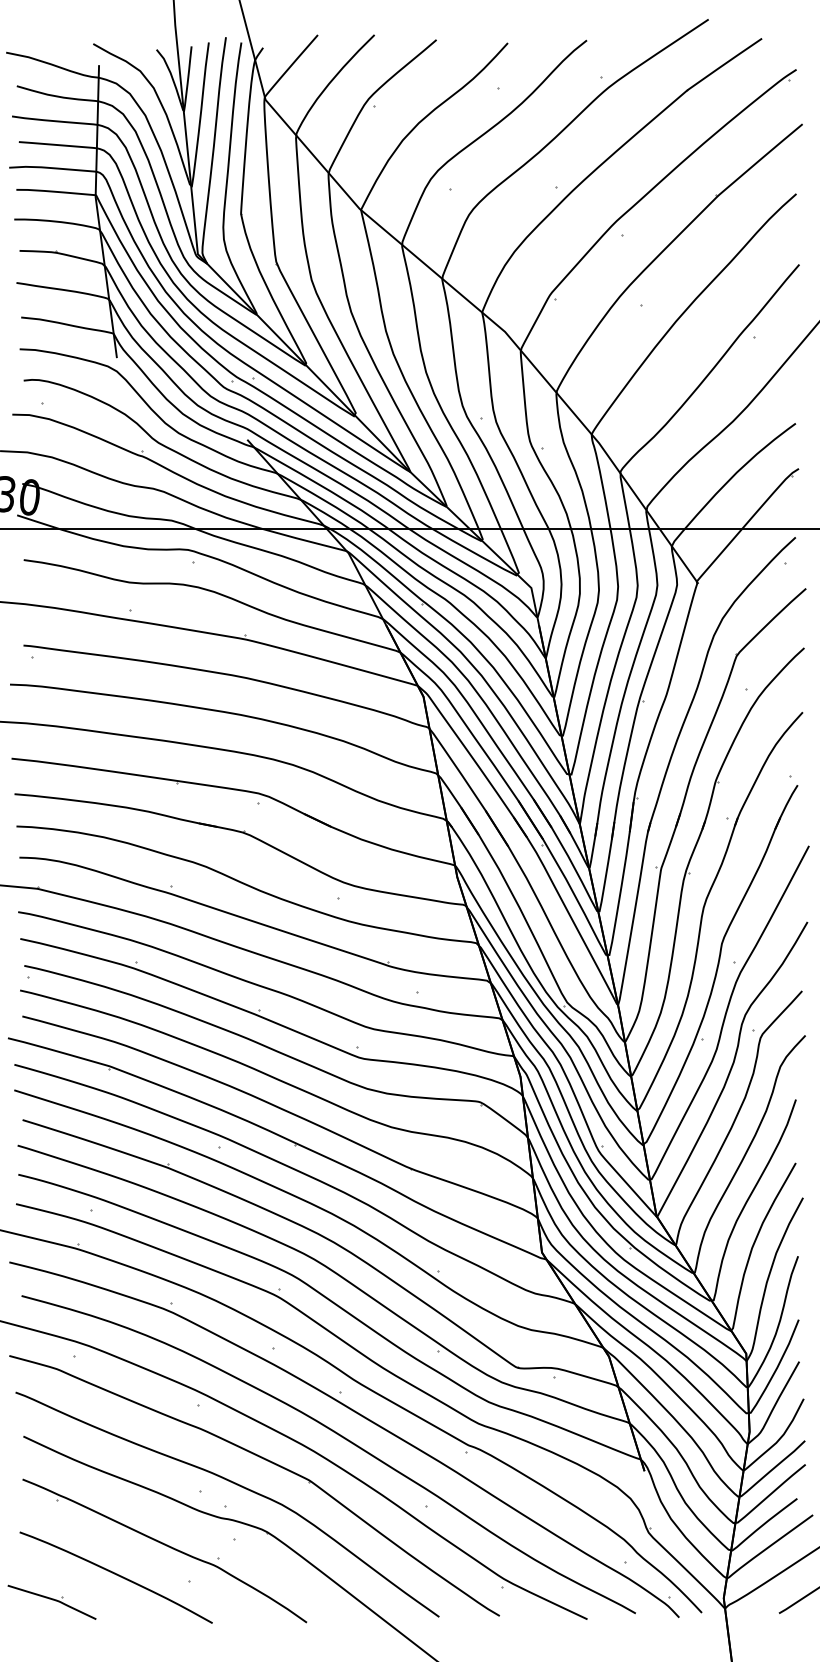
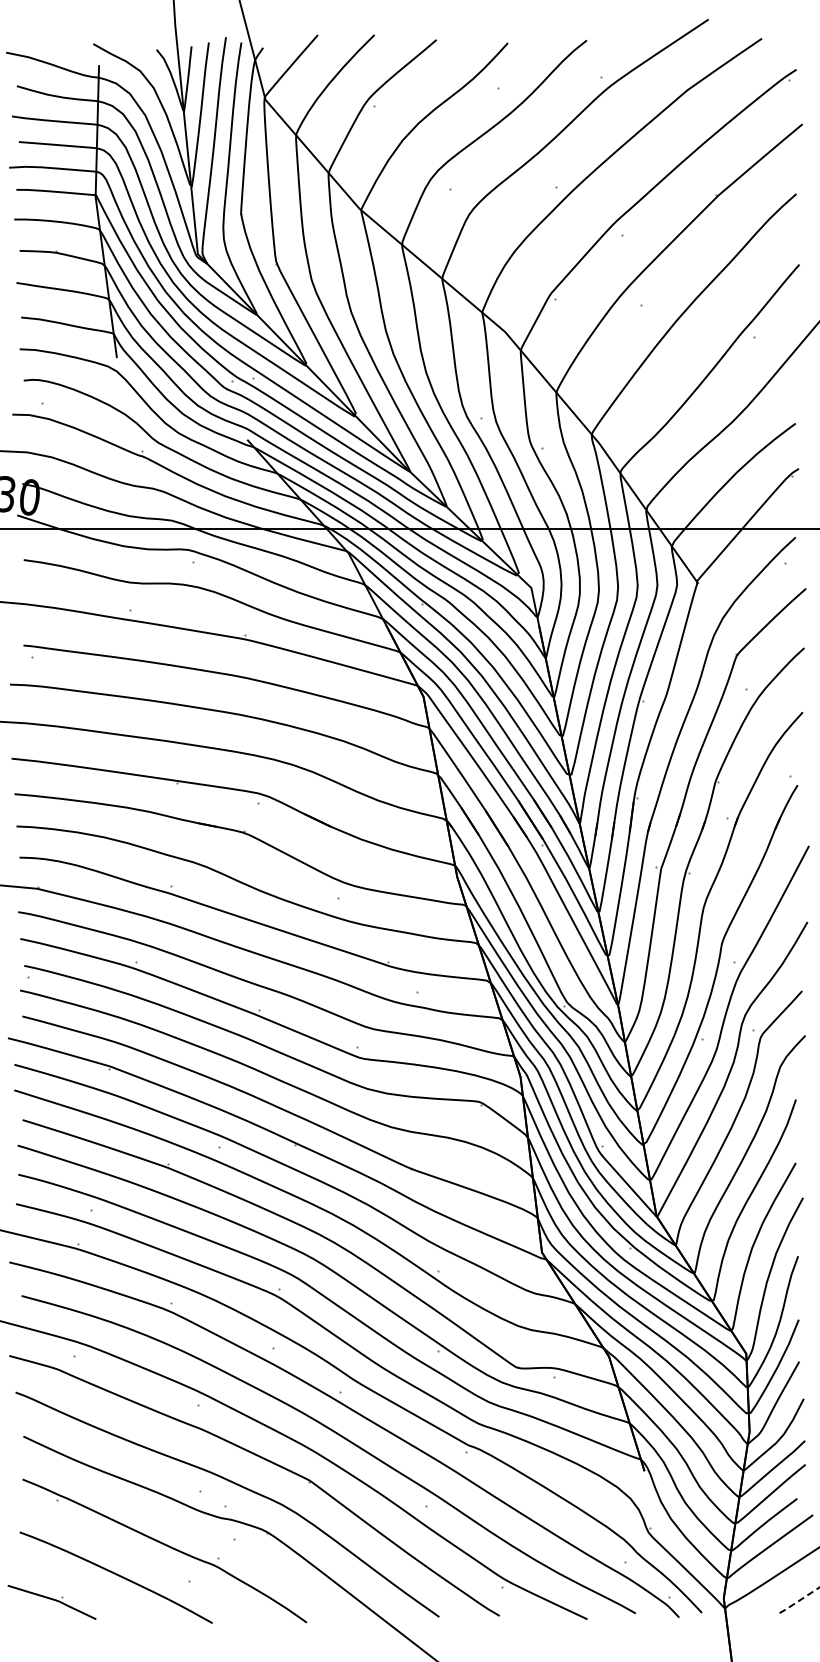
line at (798, 1601): solid -> dashed
